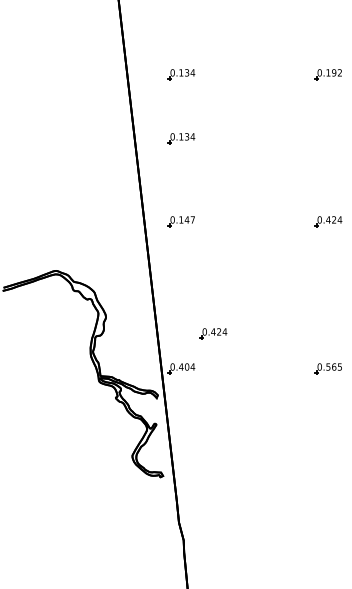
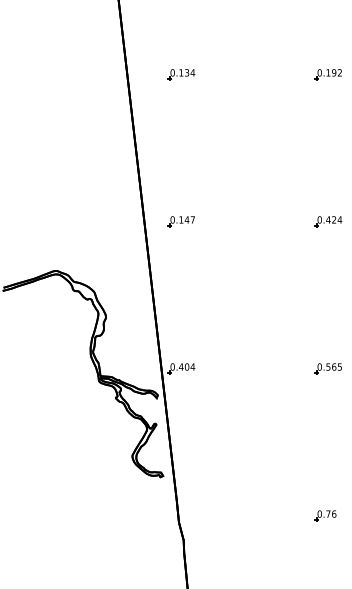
part at (181, 138): present -> none
part at (213, 333): present -> none
part at (325, 515): none -> present
